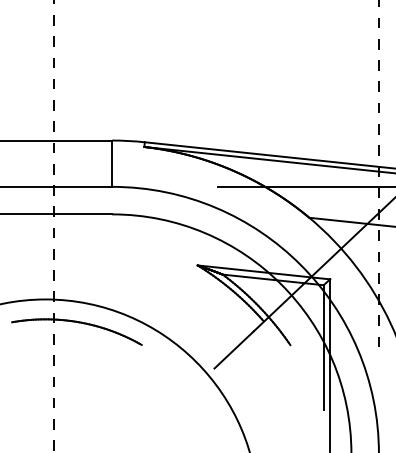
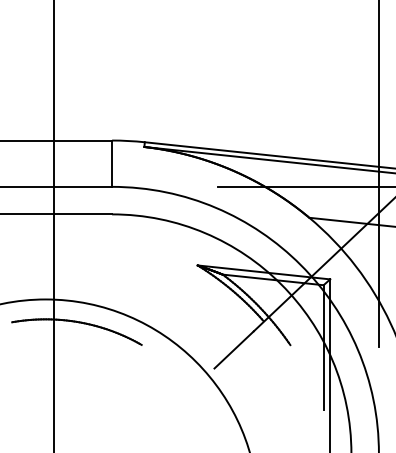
line at (378, 173): dashed -> solid
line at (53, 226): dashed -> solid
